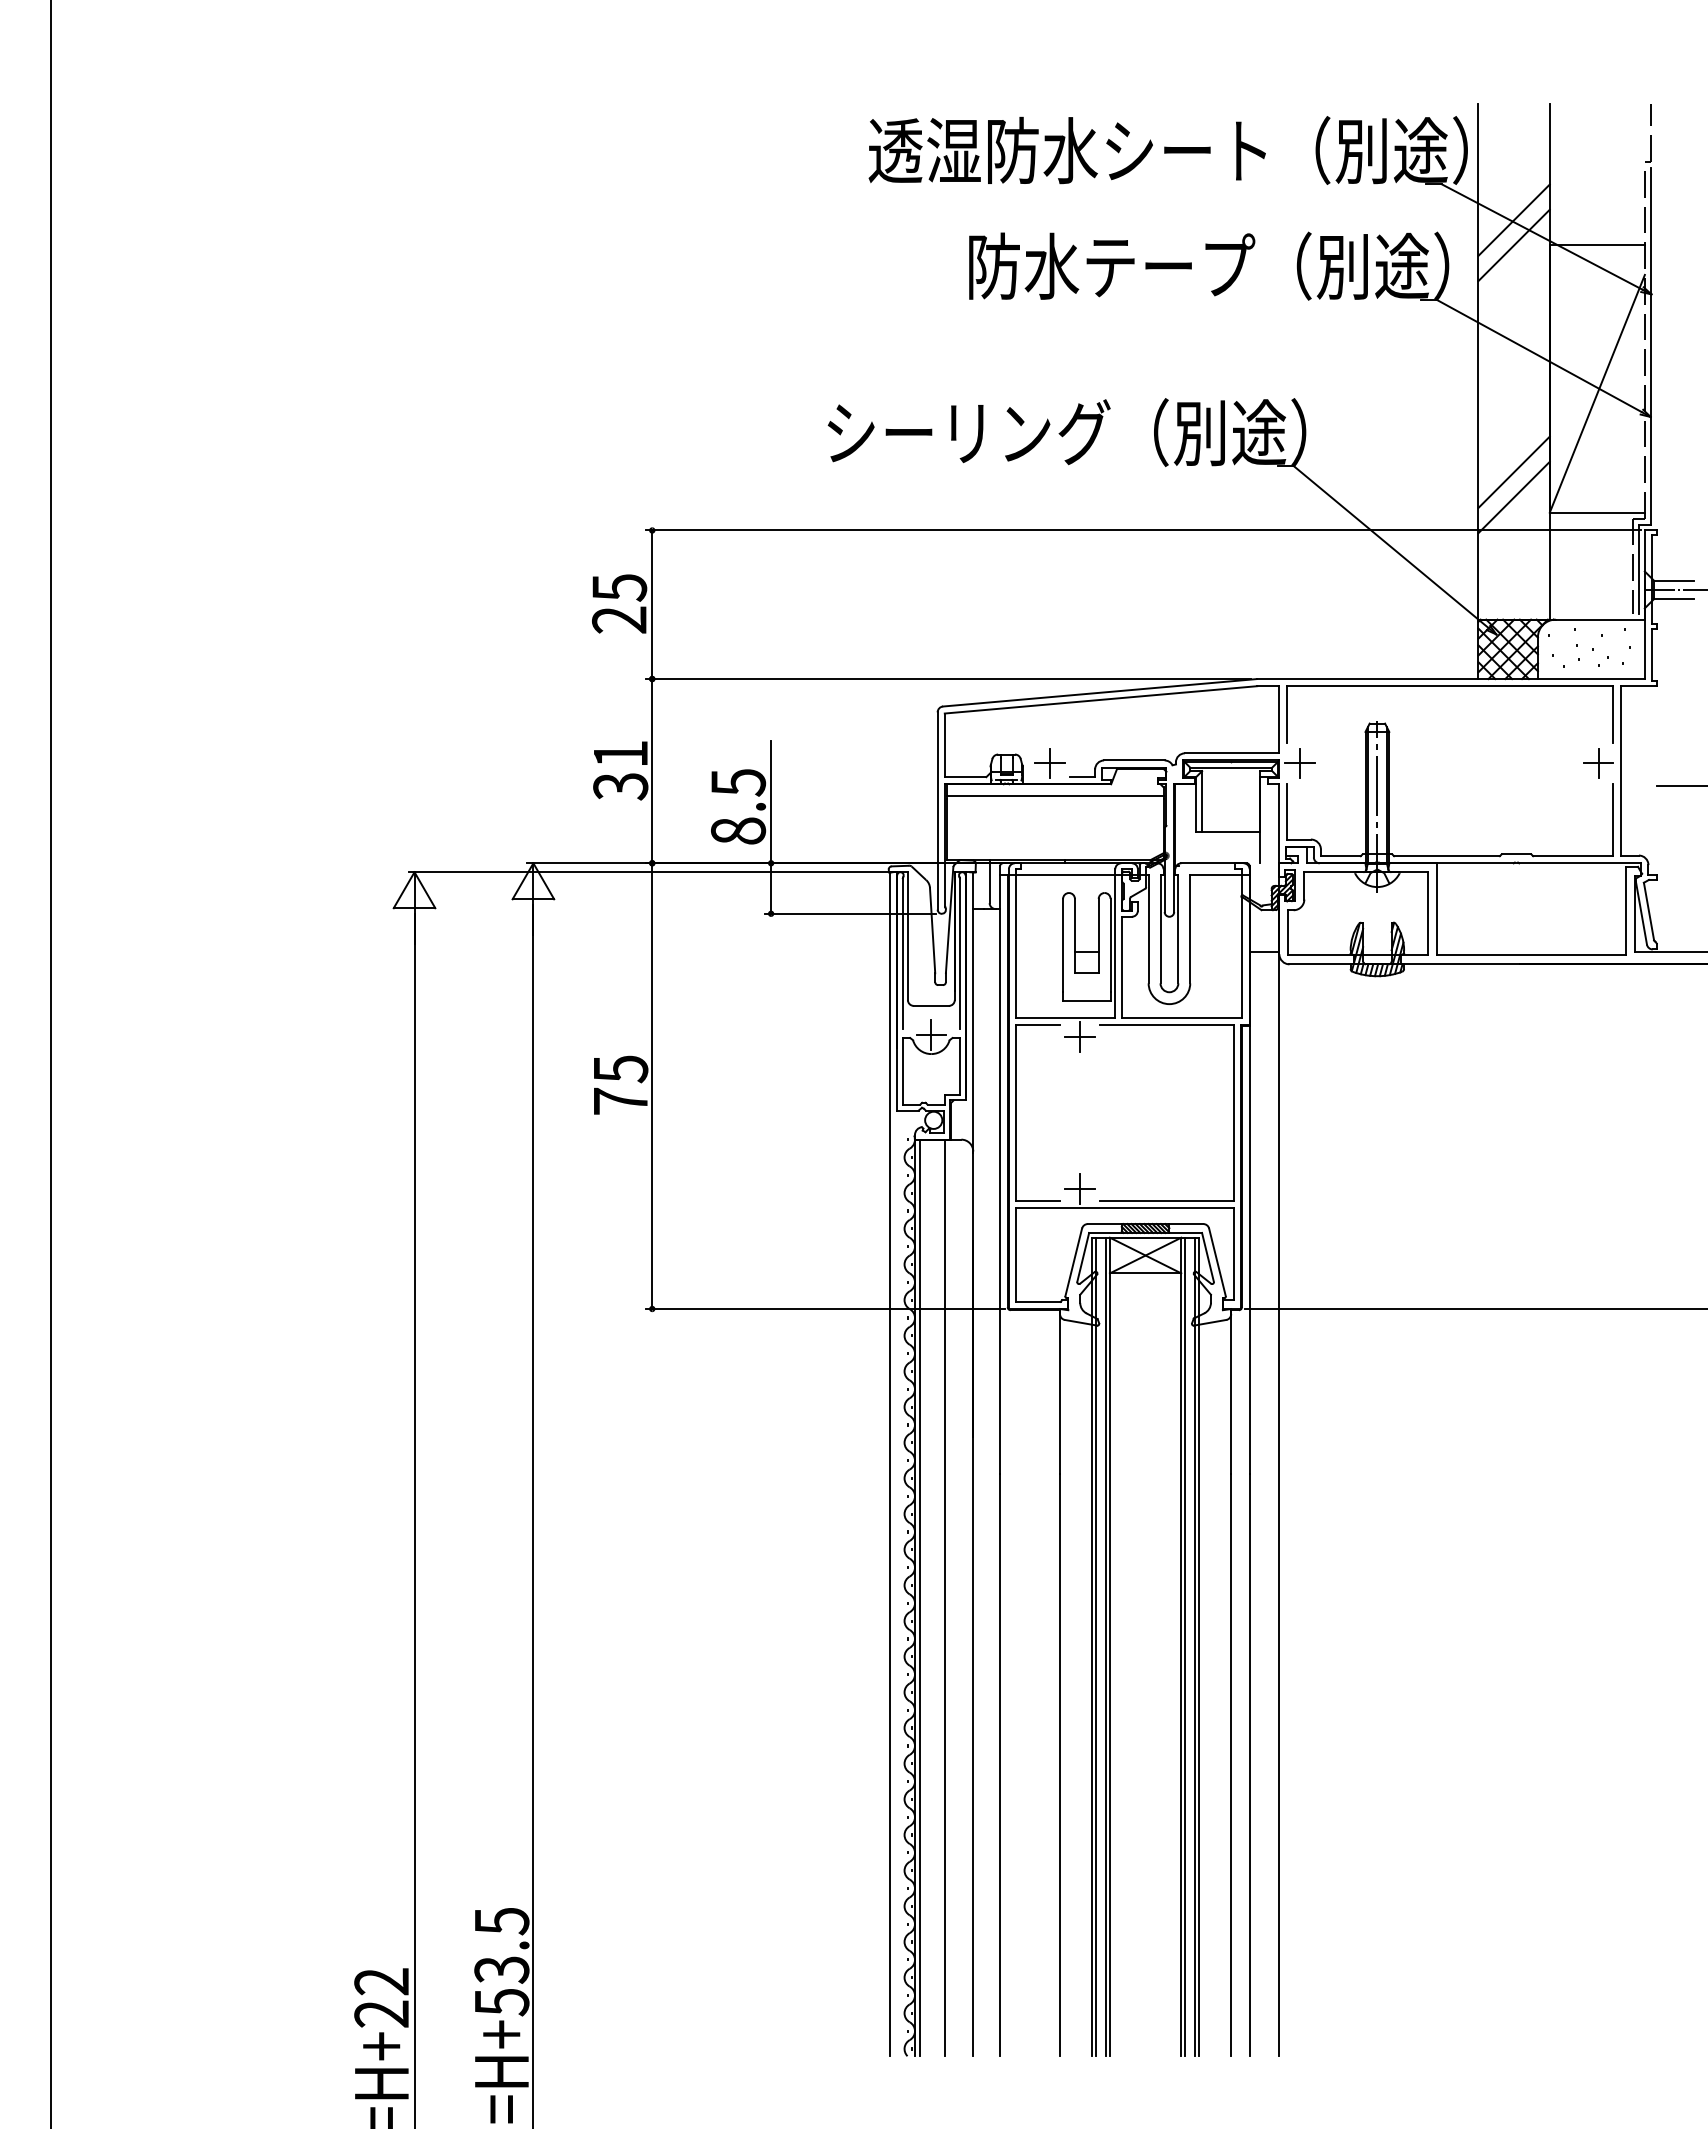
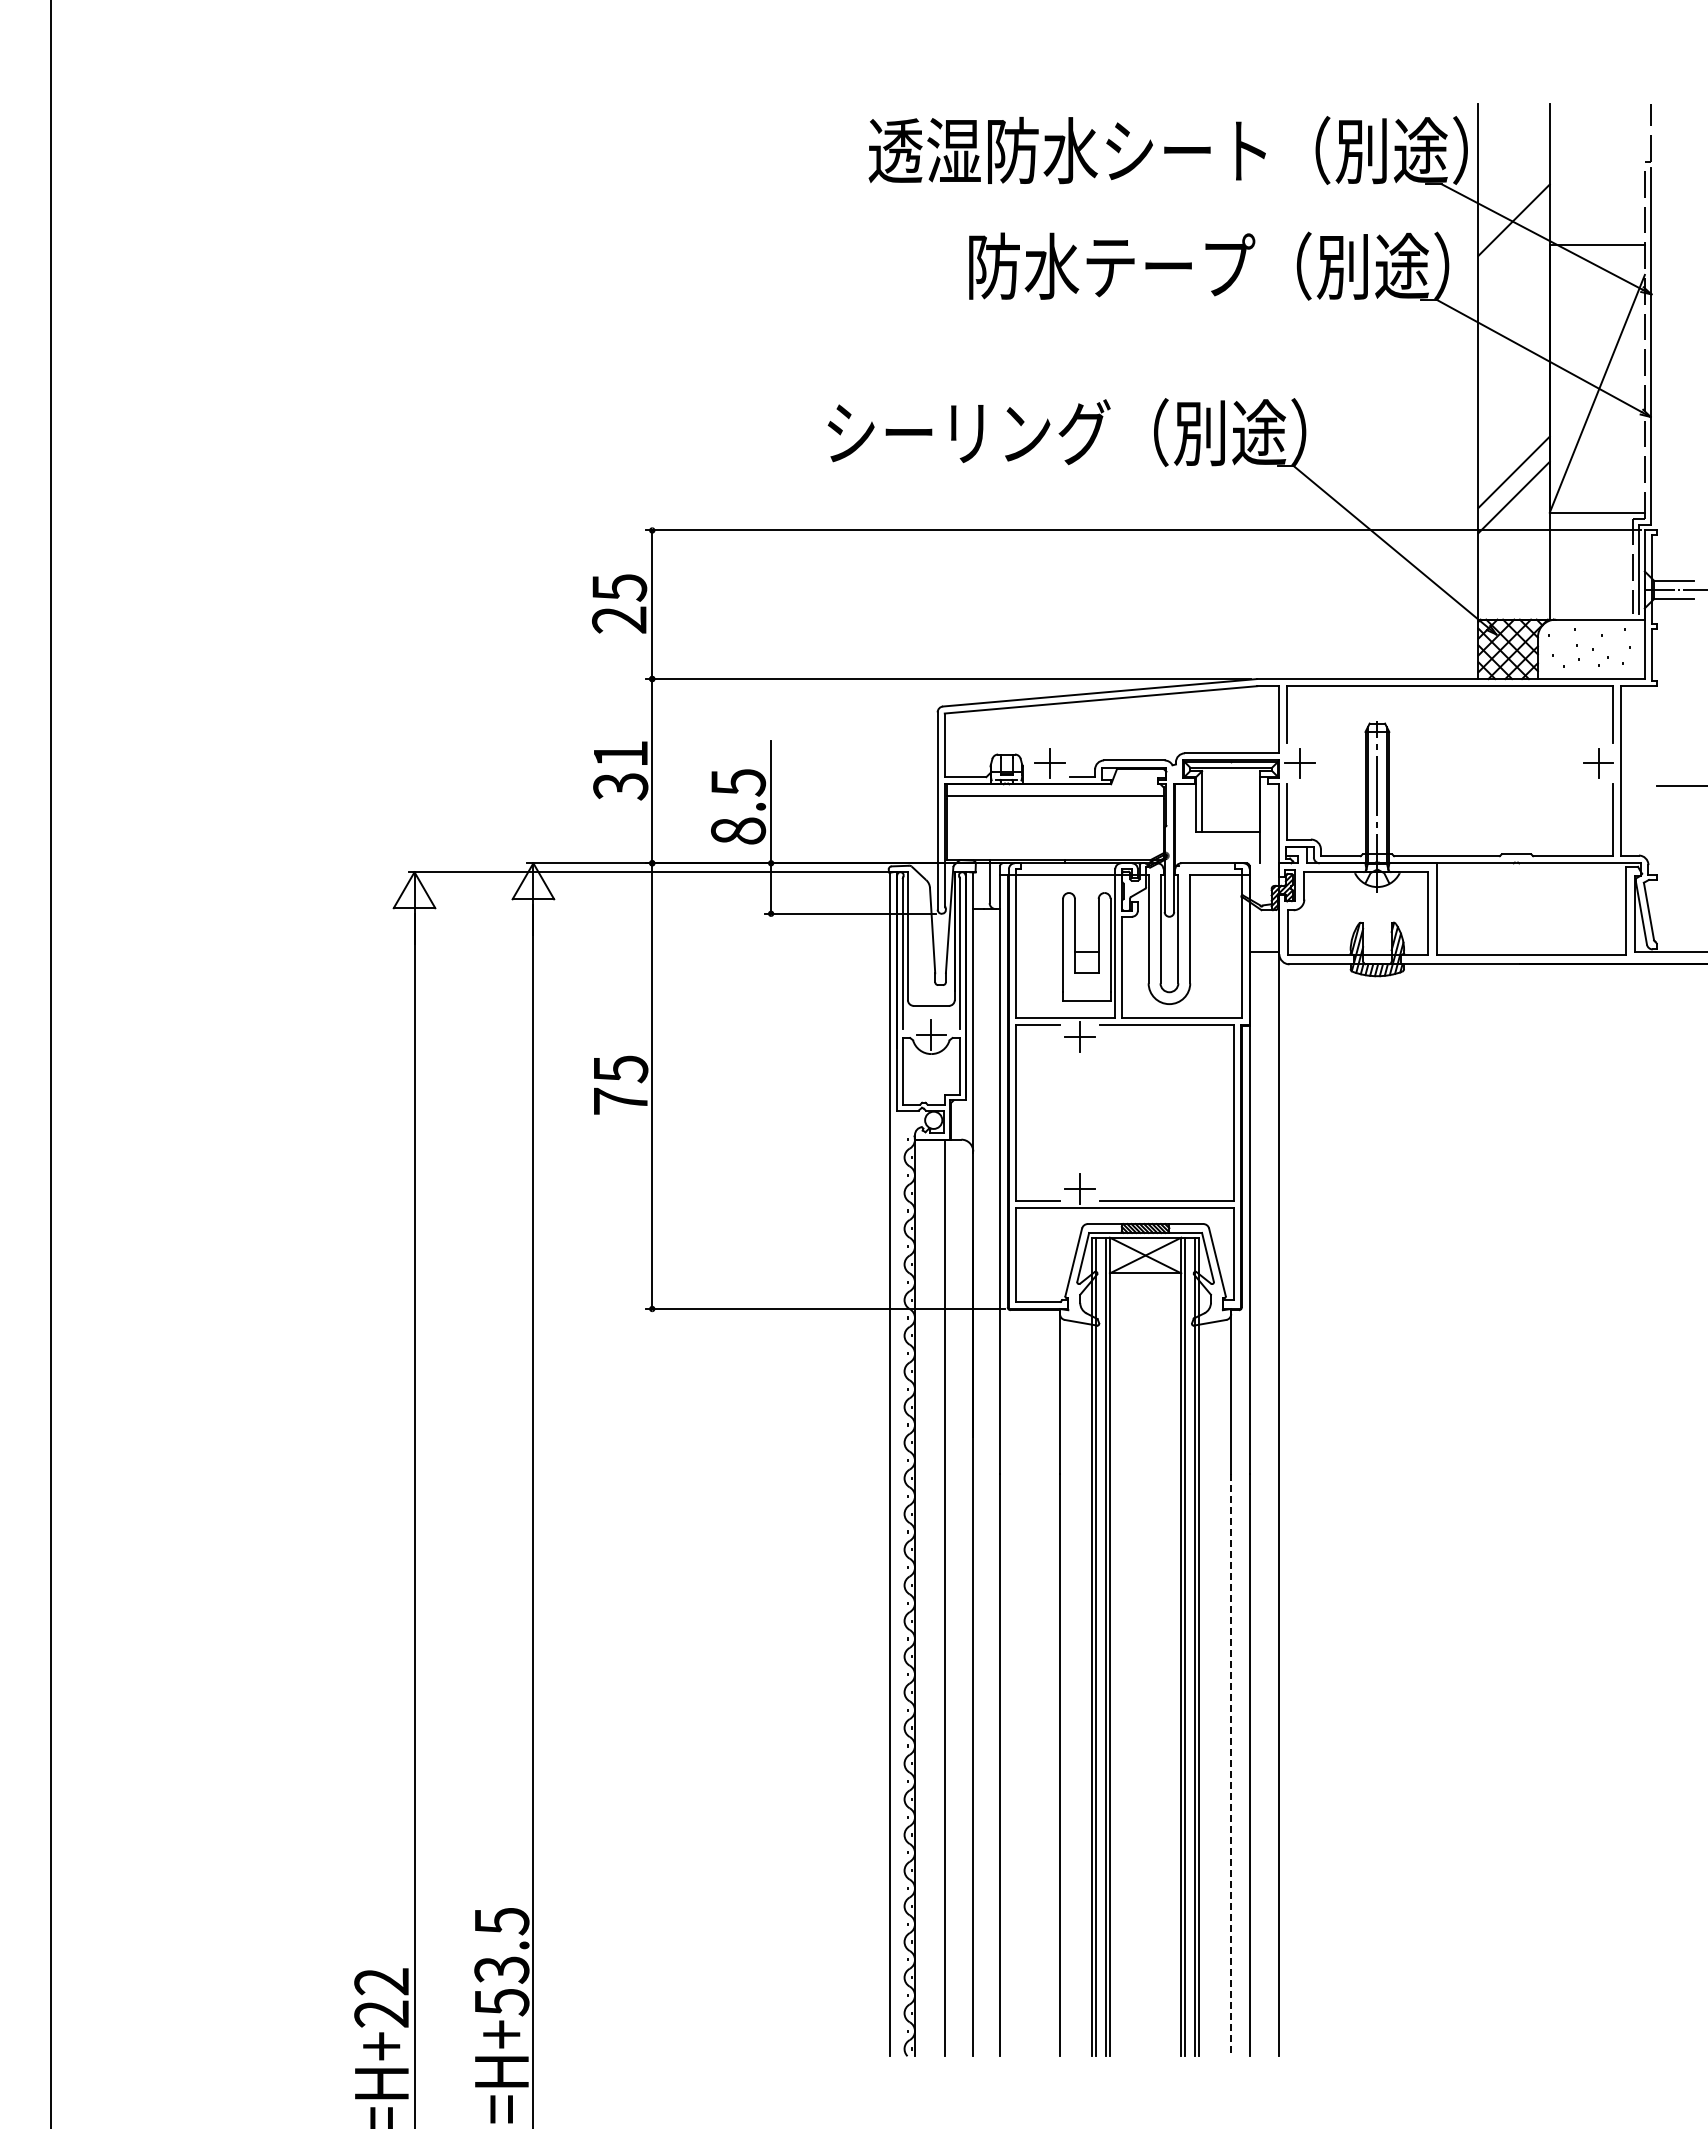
line at (1513, 245): present -> none
line at (1474, 1309): present -> none
line at (919, 1597): present -> none
line at (1231, 1765): solid -> dashed
